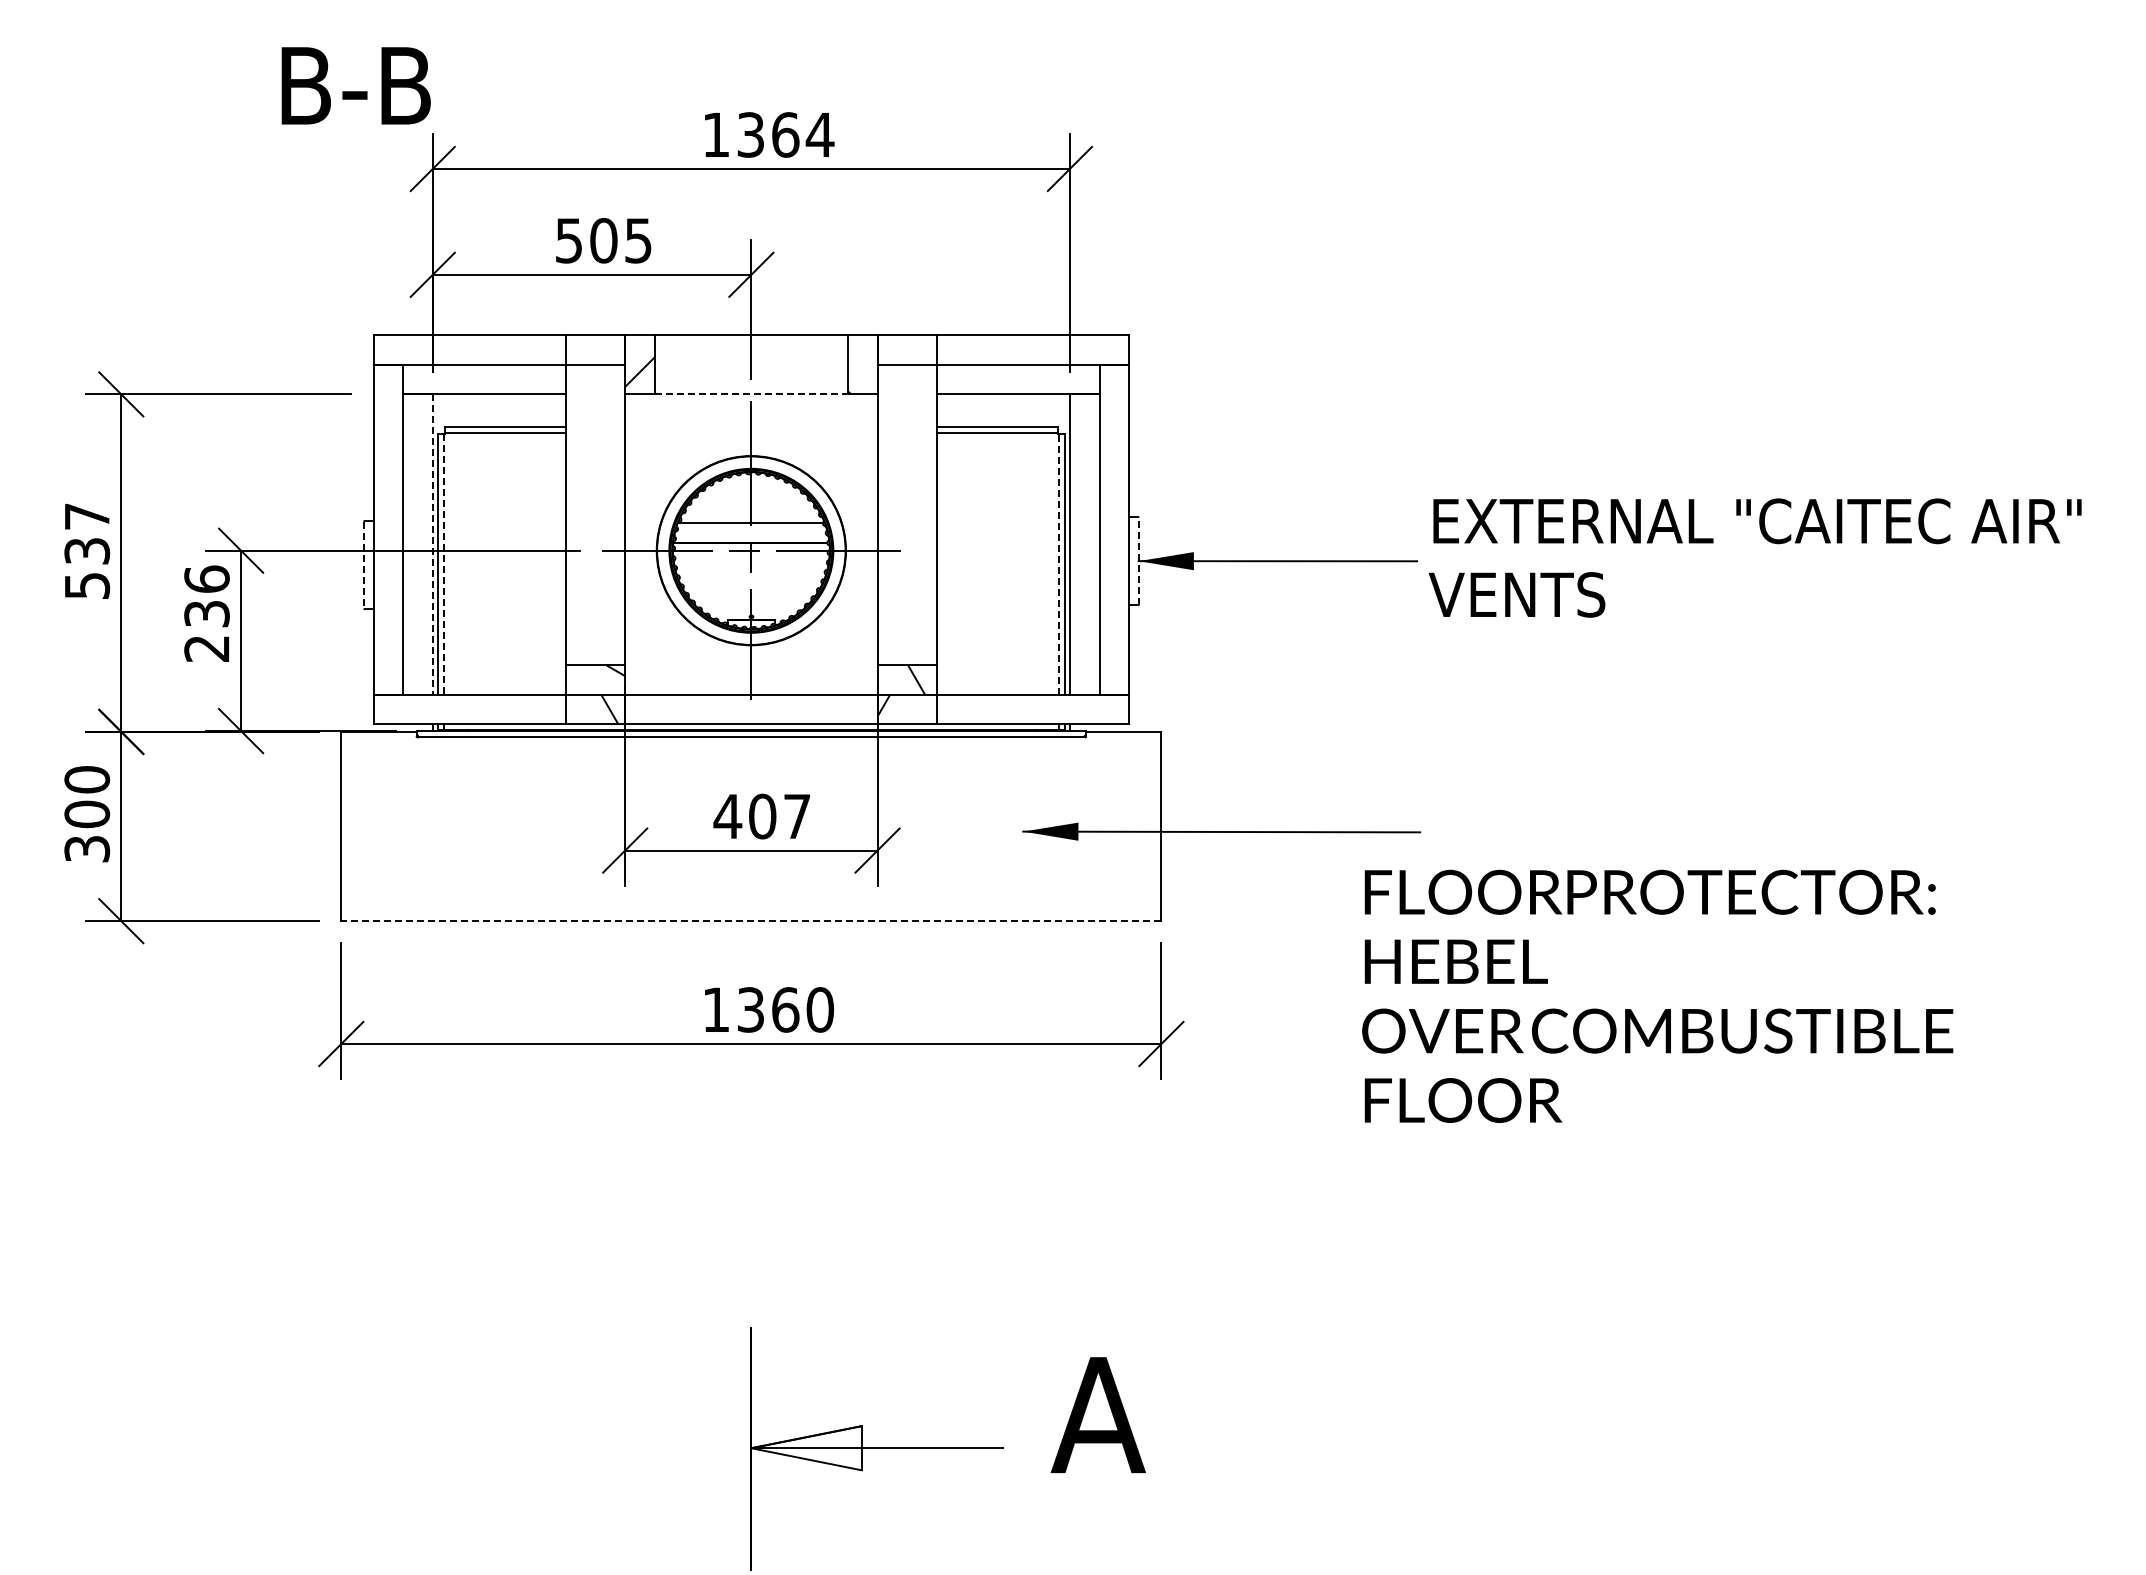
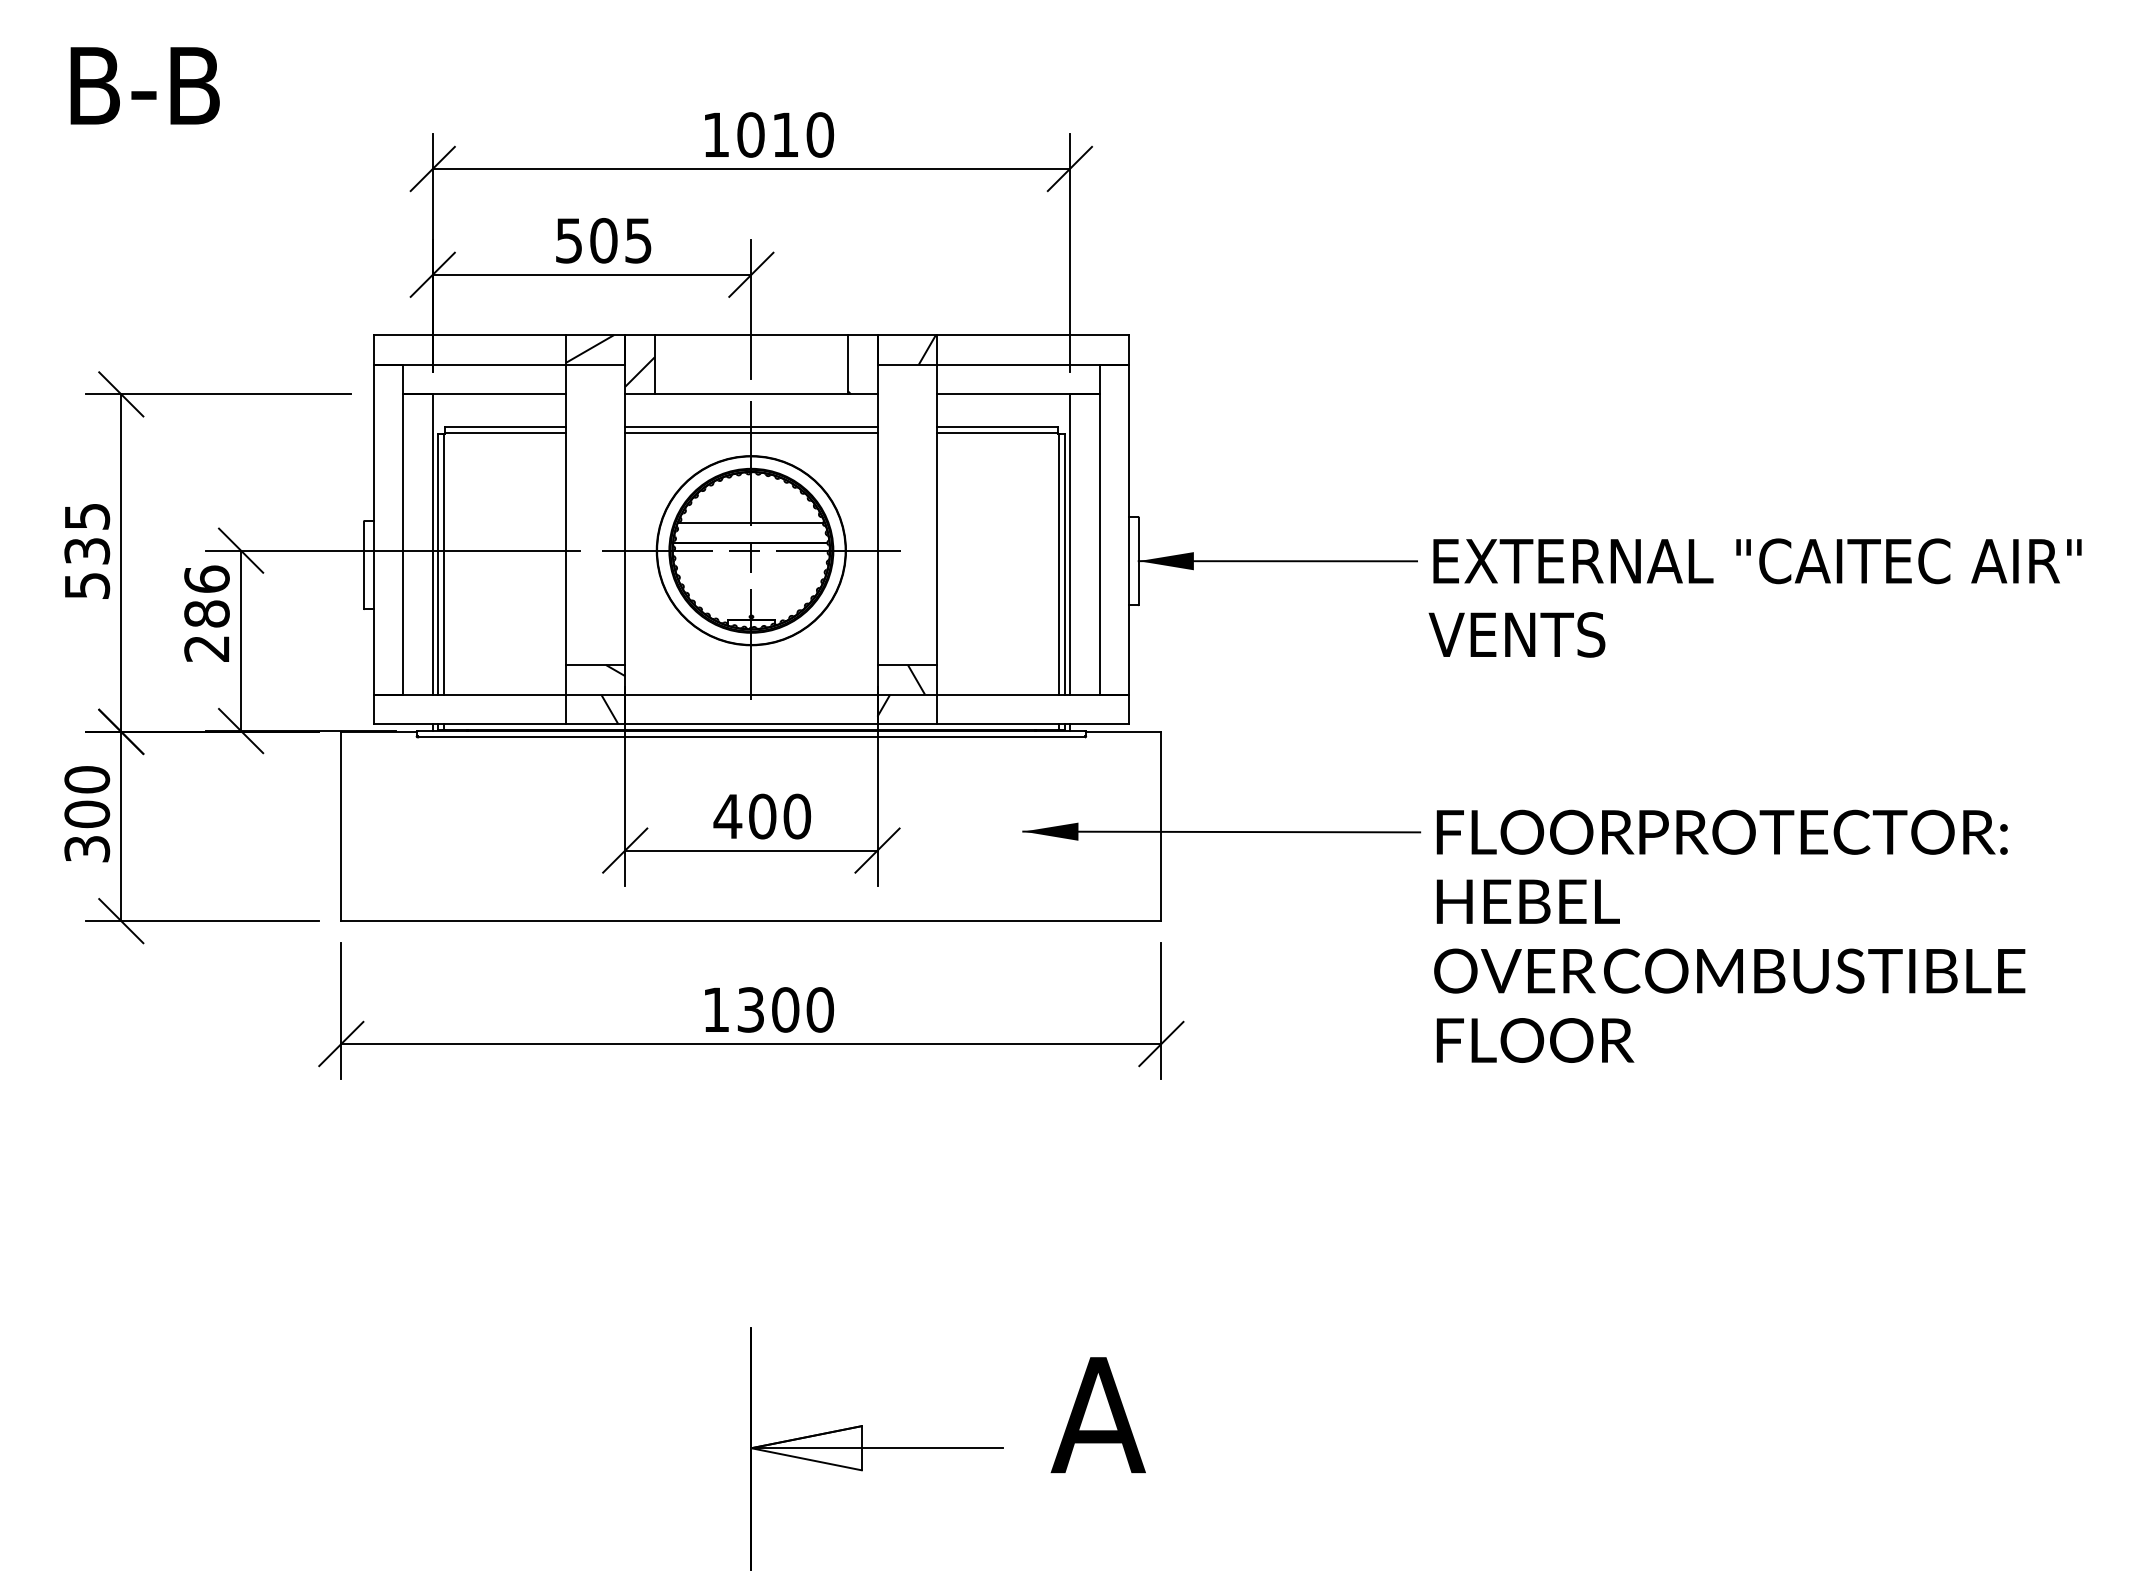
text at (355, 85) position: (355, 85) -> (144, 85)
text at (785, 134): 1364 -> 1010
hatch at (589, 348): none -> present
hatch at (926, 349): none -> present
line at (751, 394): dashed -> solid
line at (751, 427): none -> present
line at (751, 432): none -> present
text at (87, 516): 537 -> 535
line at (432, 545): dashed -> solid
text at (1754, 557) position: (1754, 557) -> (1754, 597)
line at (1138, 561): dashed -> solid
line at (1059, 563): dashed -> solid
line at (443, 564): dashed -> solid
line at (364, 565): dashed -> solid
text at (206, 613): 236 -> 286
text at (797, 816): 407 -> 400
line at (750, 921): dashed -> solid
text at (1657, 995) position: (1657, 995) -> (1729, 935)
text at (785, 1009): 1360 -> 1300
